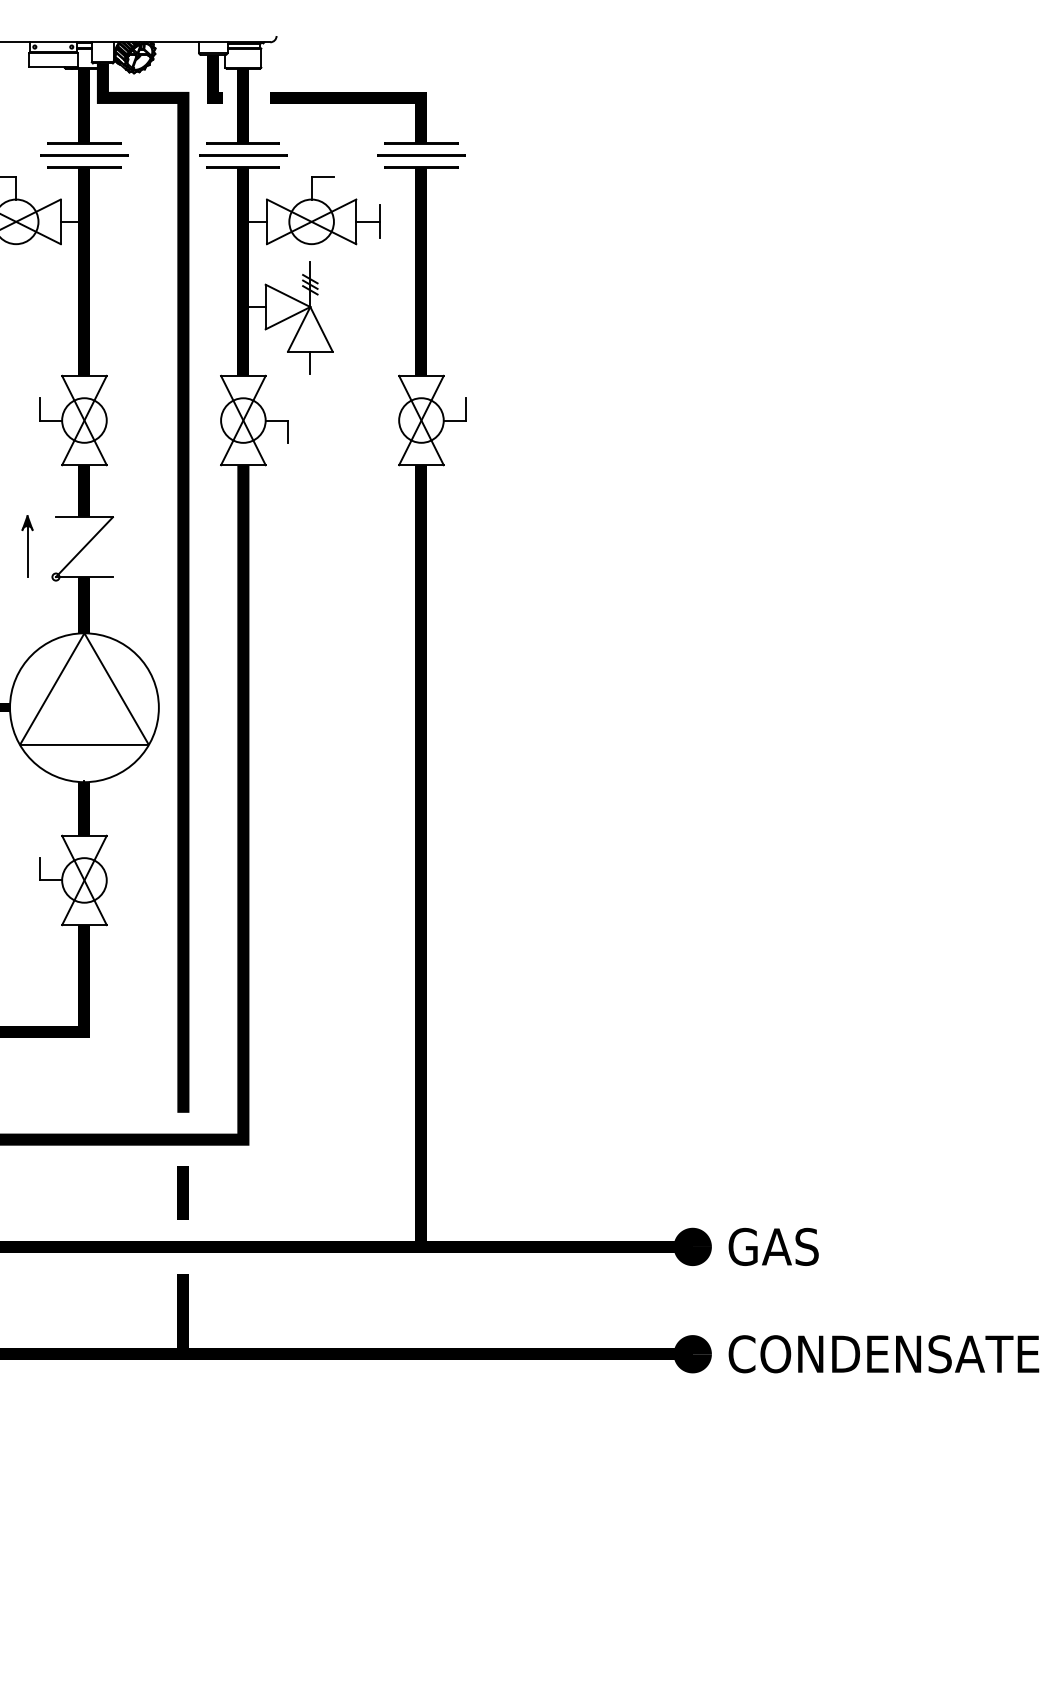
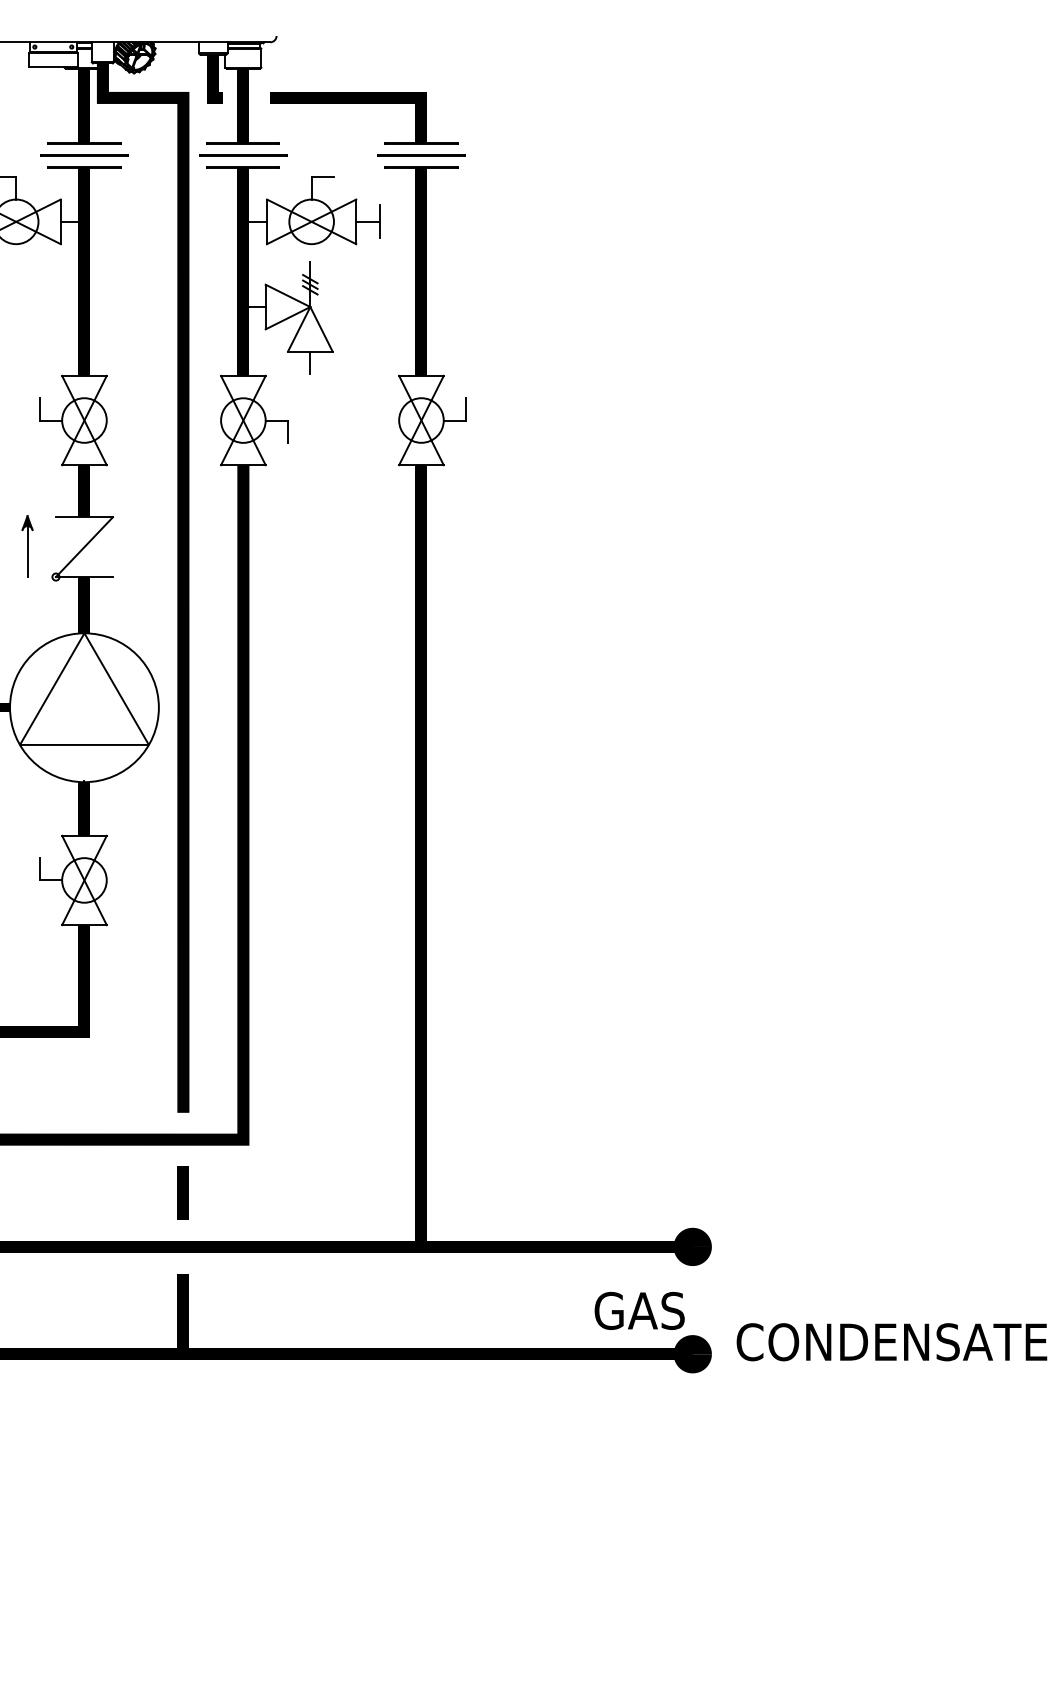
text at (773, 1246) position: (773, 1246) -> (639, 1310)
text at (883, 1354) position: (883, 1354) -> (891, 1342)
